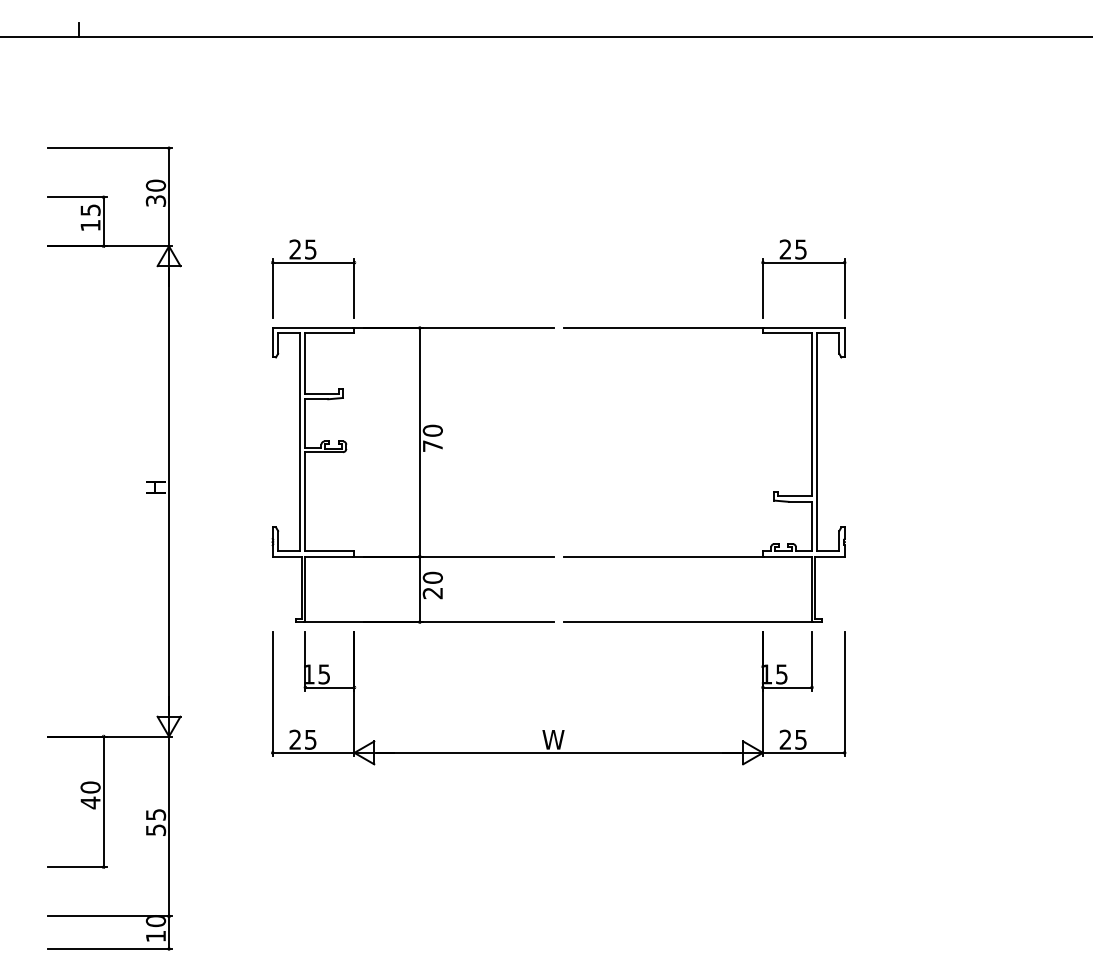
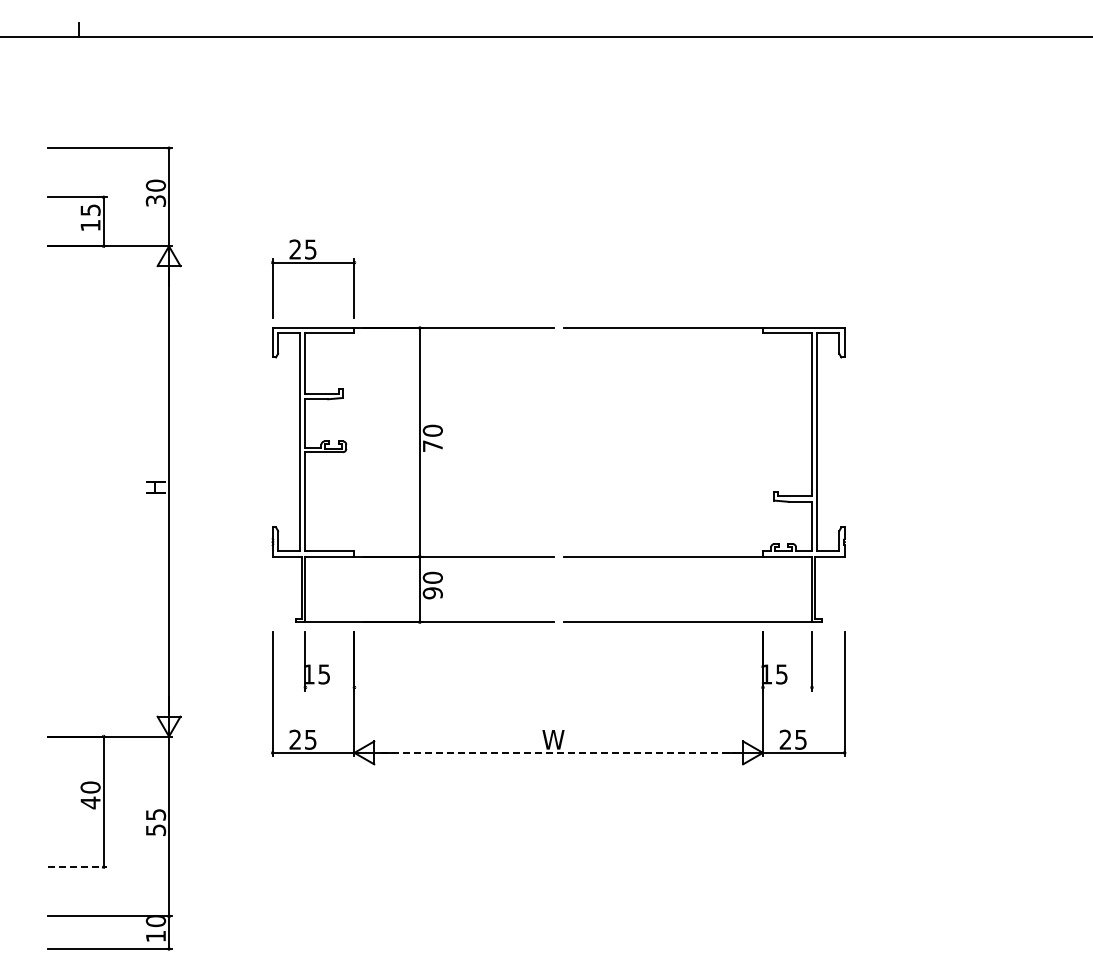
part at (803, 263): present -> none
text at (432, 593): 20 -> 90
line at (329, 687): present -> none
line at (787, 687): present -> none
line at (558, 752): solid -> dashed
line at (78, 867): solid -> dashed
